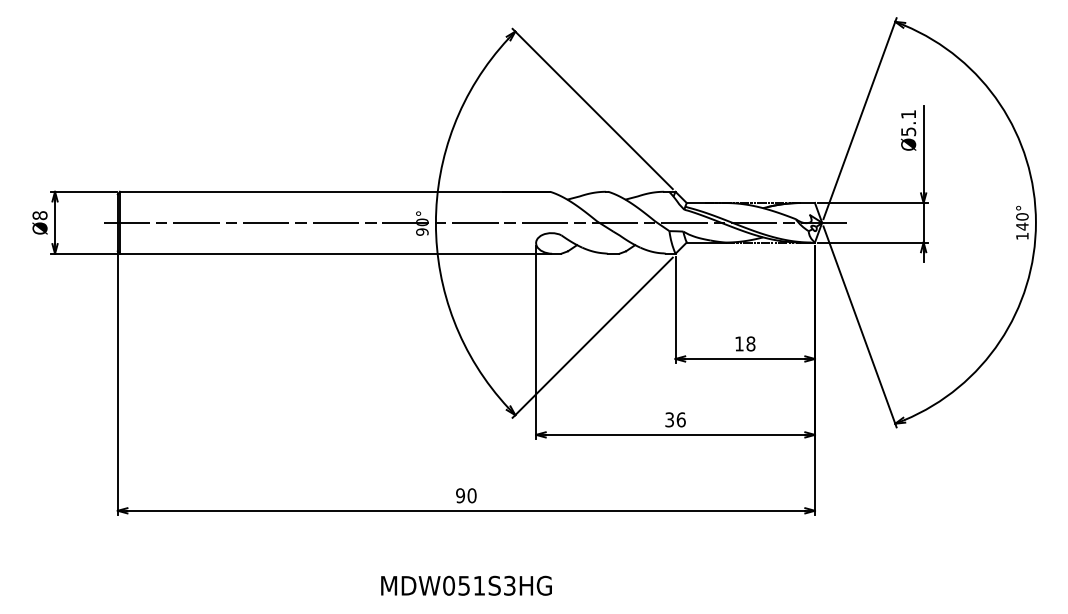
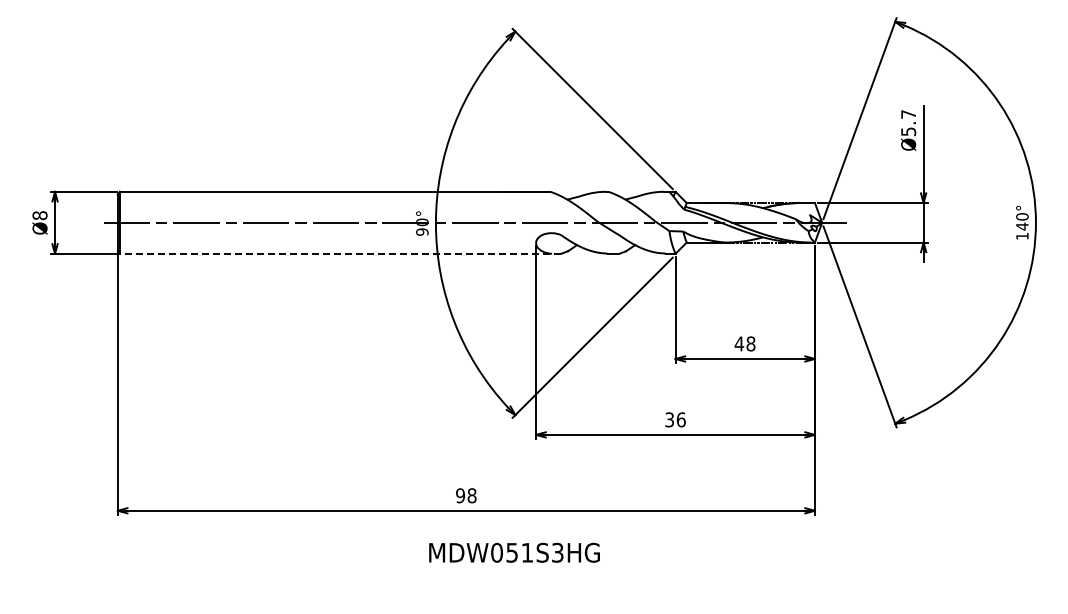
text at (908, 114): Ø5.1 -> Ø5.7
line at (340, 253): solid -> dashed
text at (739, 343): 18 -> 48
text at (471, 495): 90 -> 98
text at (466, 585) position: (466, 585) -> (514, 552)
